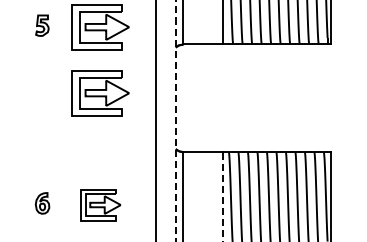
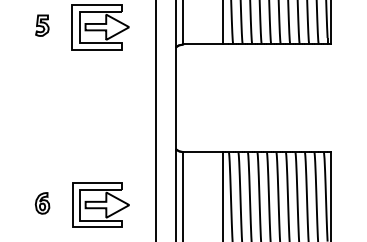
part at (100, 93): present -> none
line at (175, 121): dashed -> solid
line at (223, 197): dashed -> solid
part at (100, 205) size: 42x33 px -> 58x46 px
